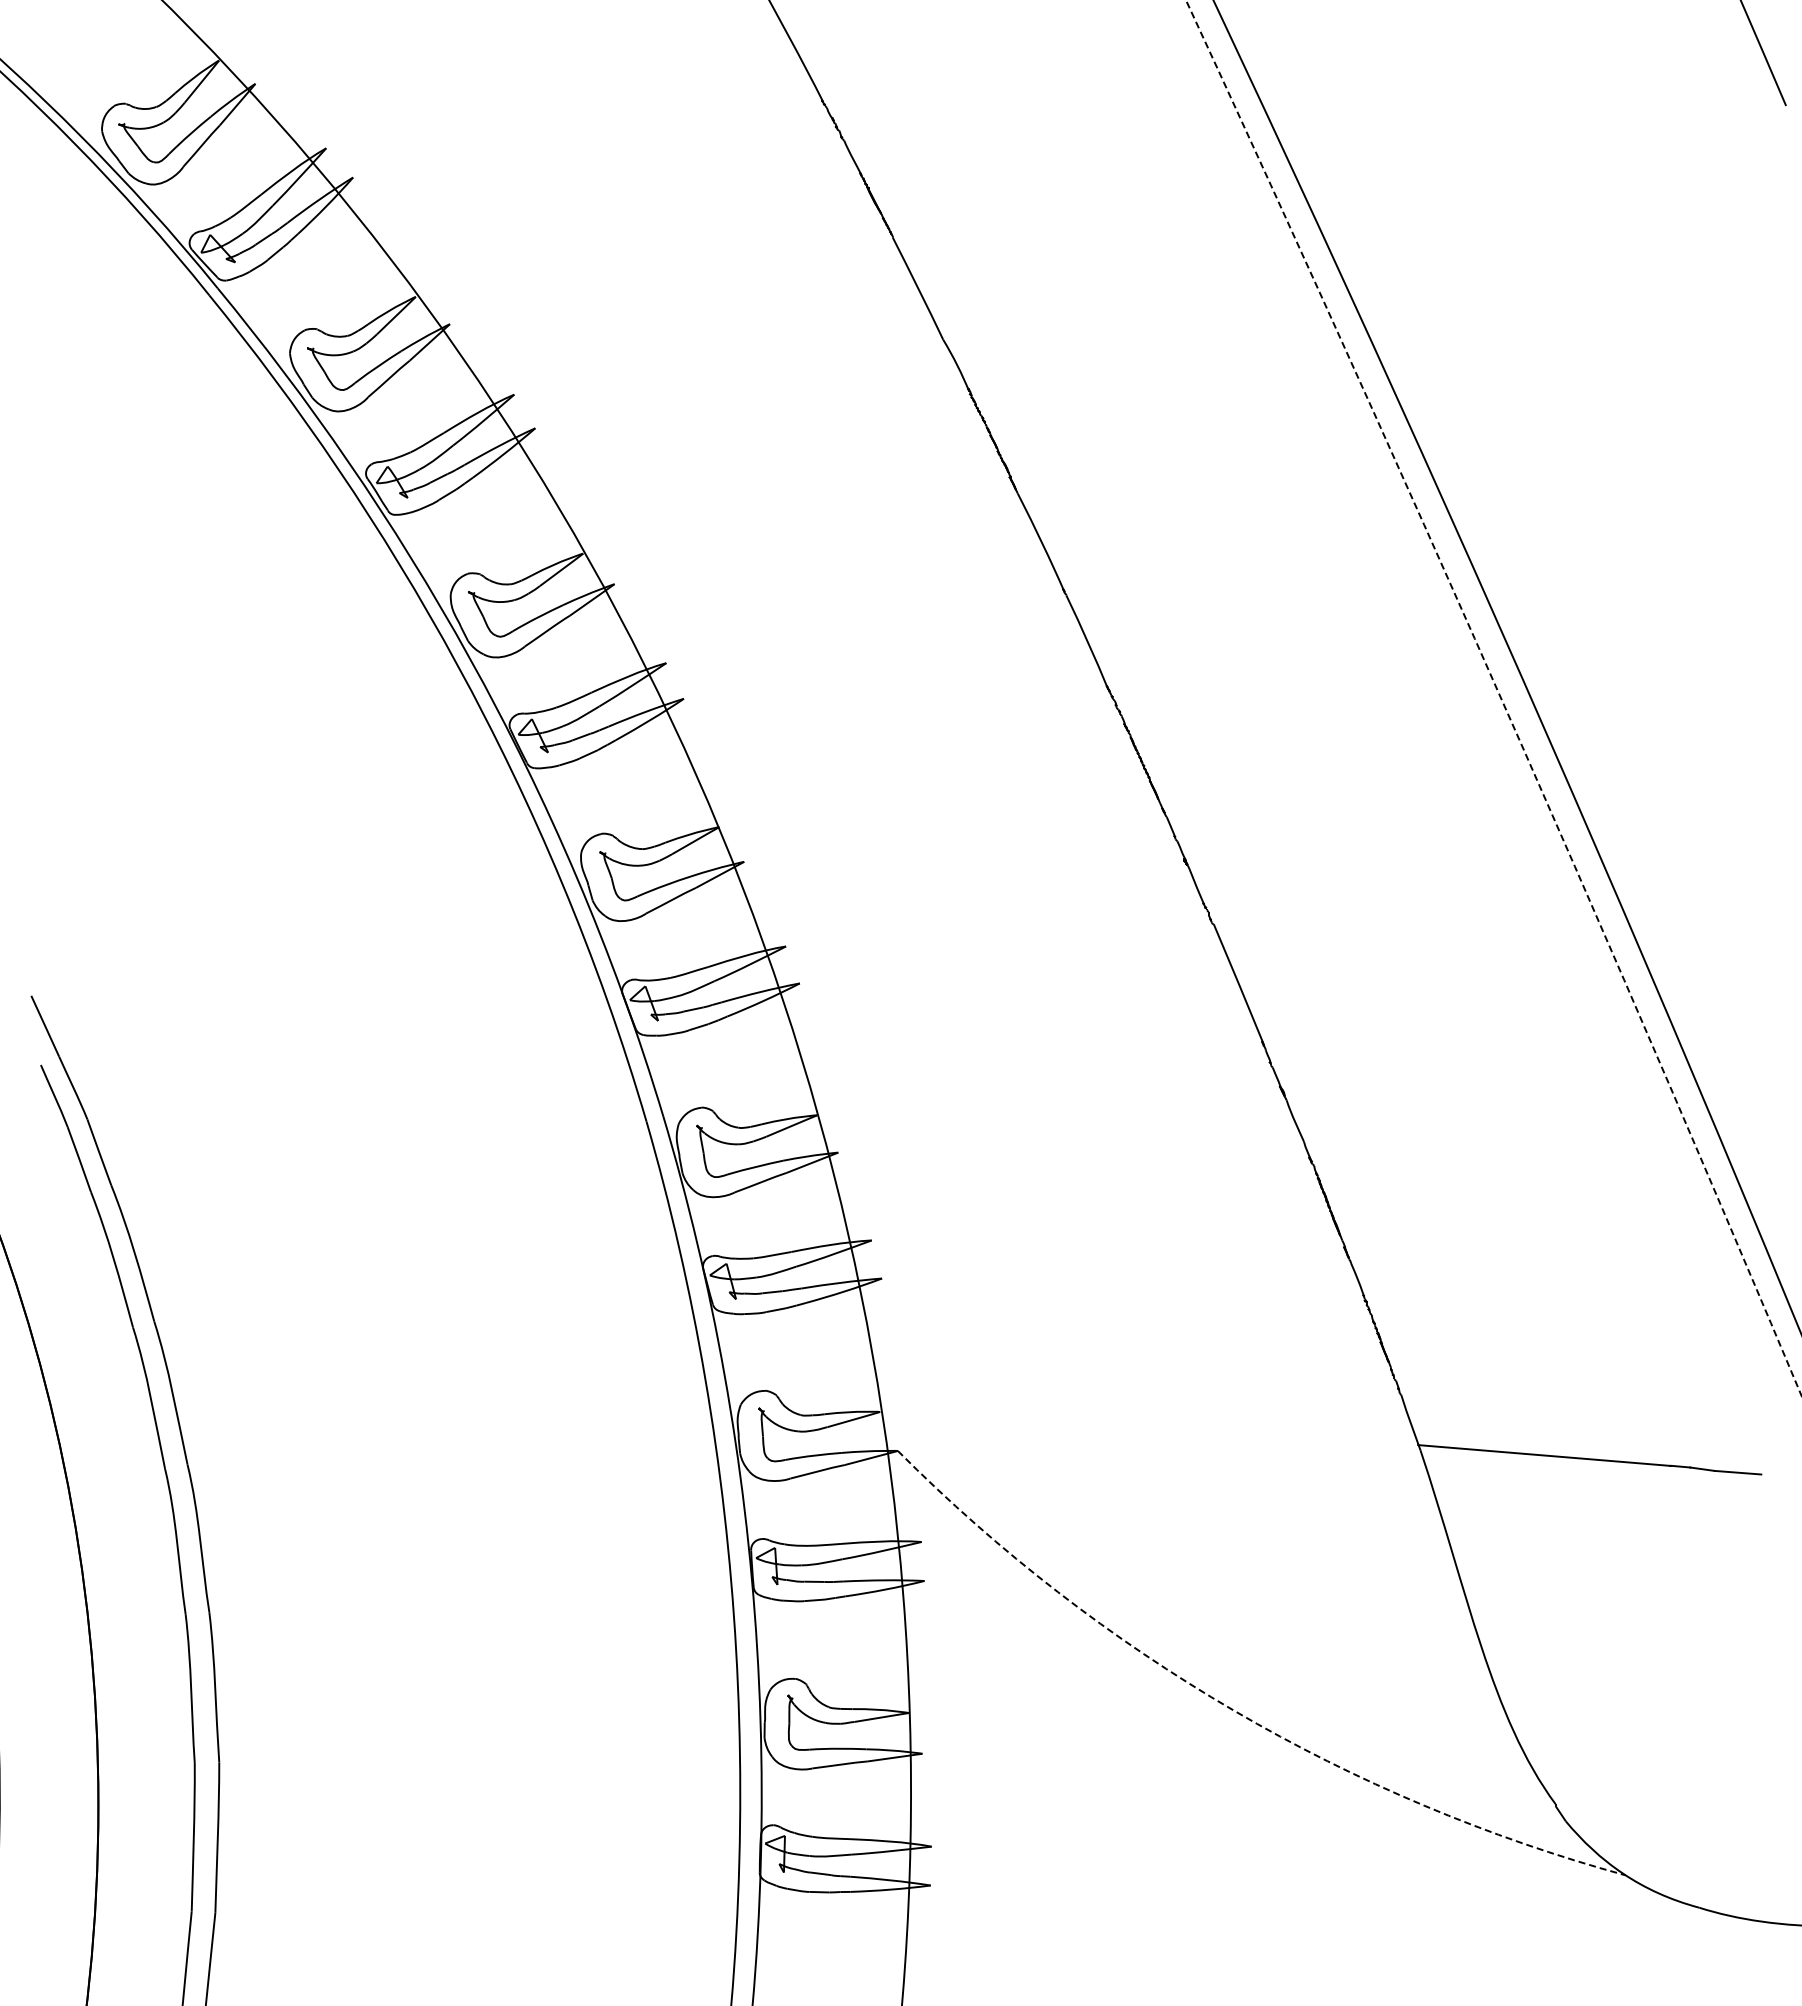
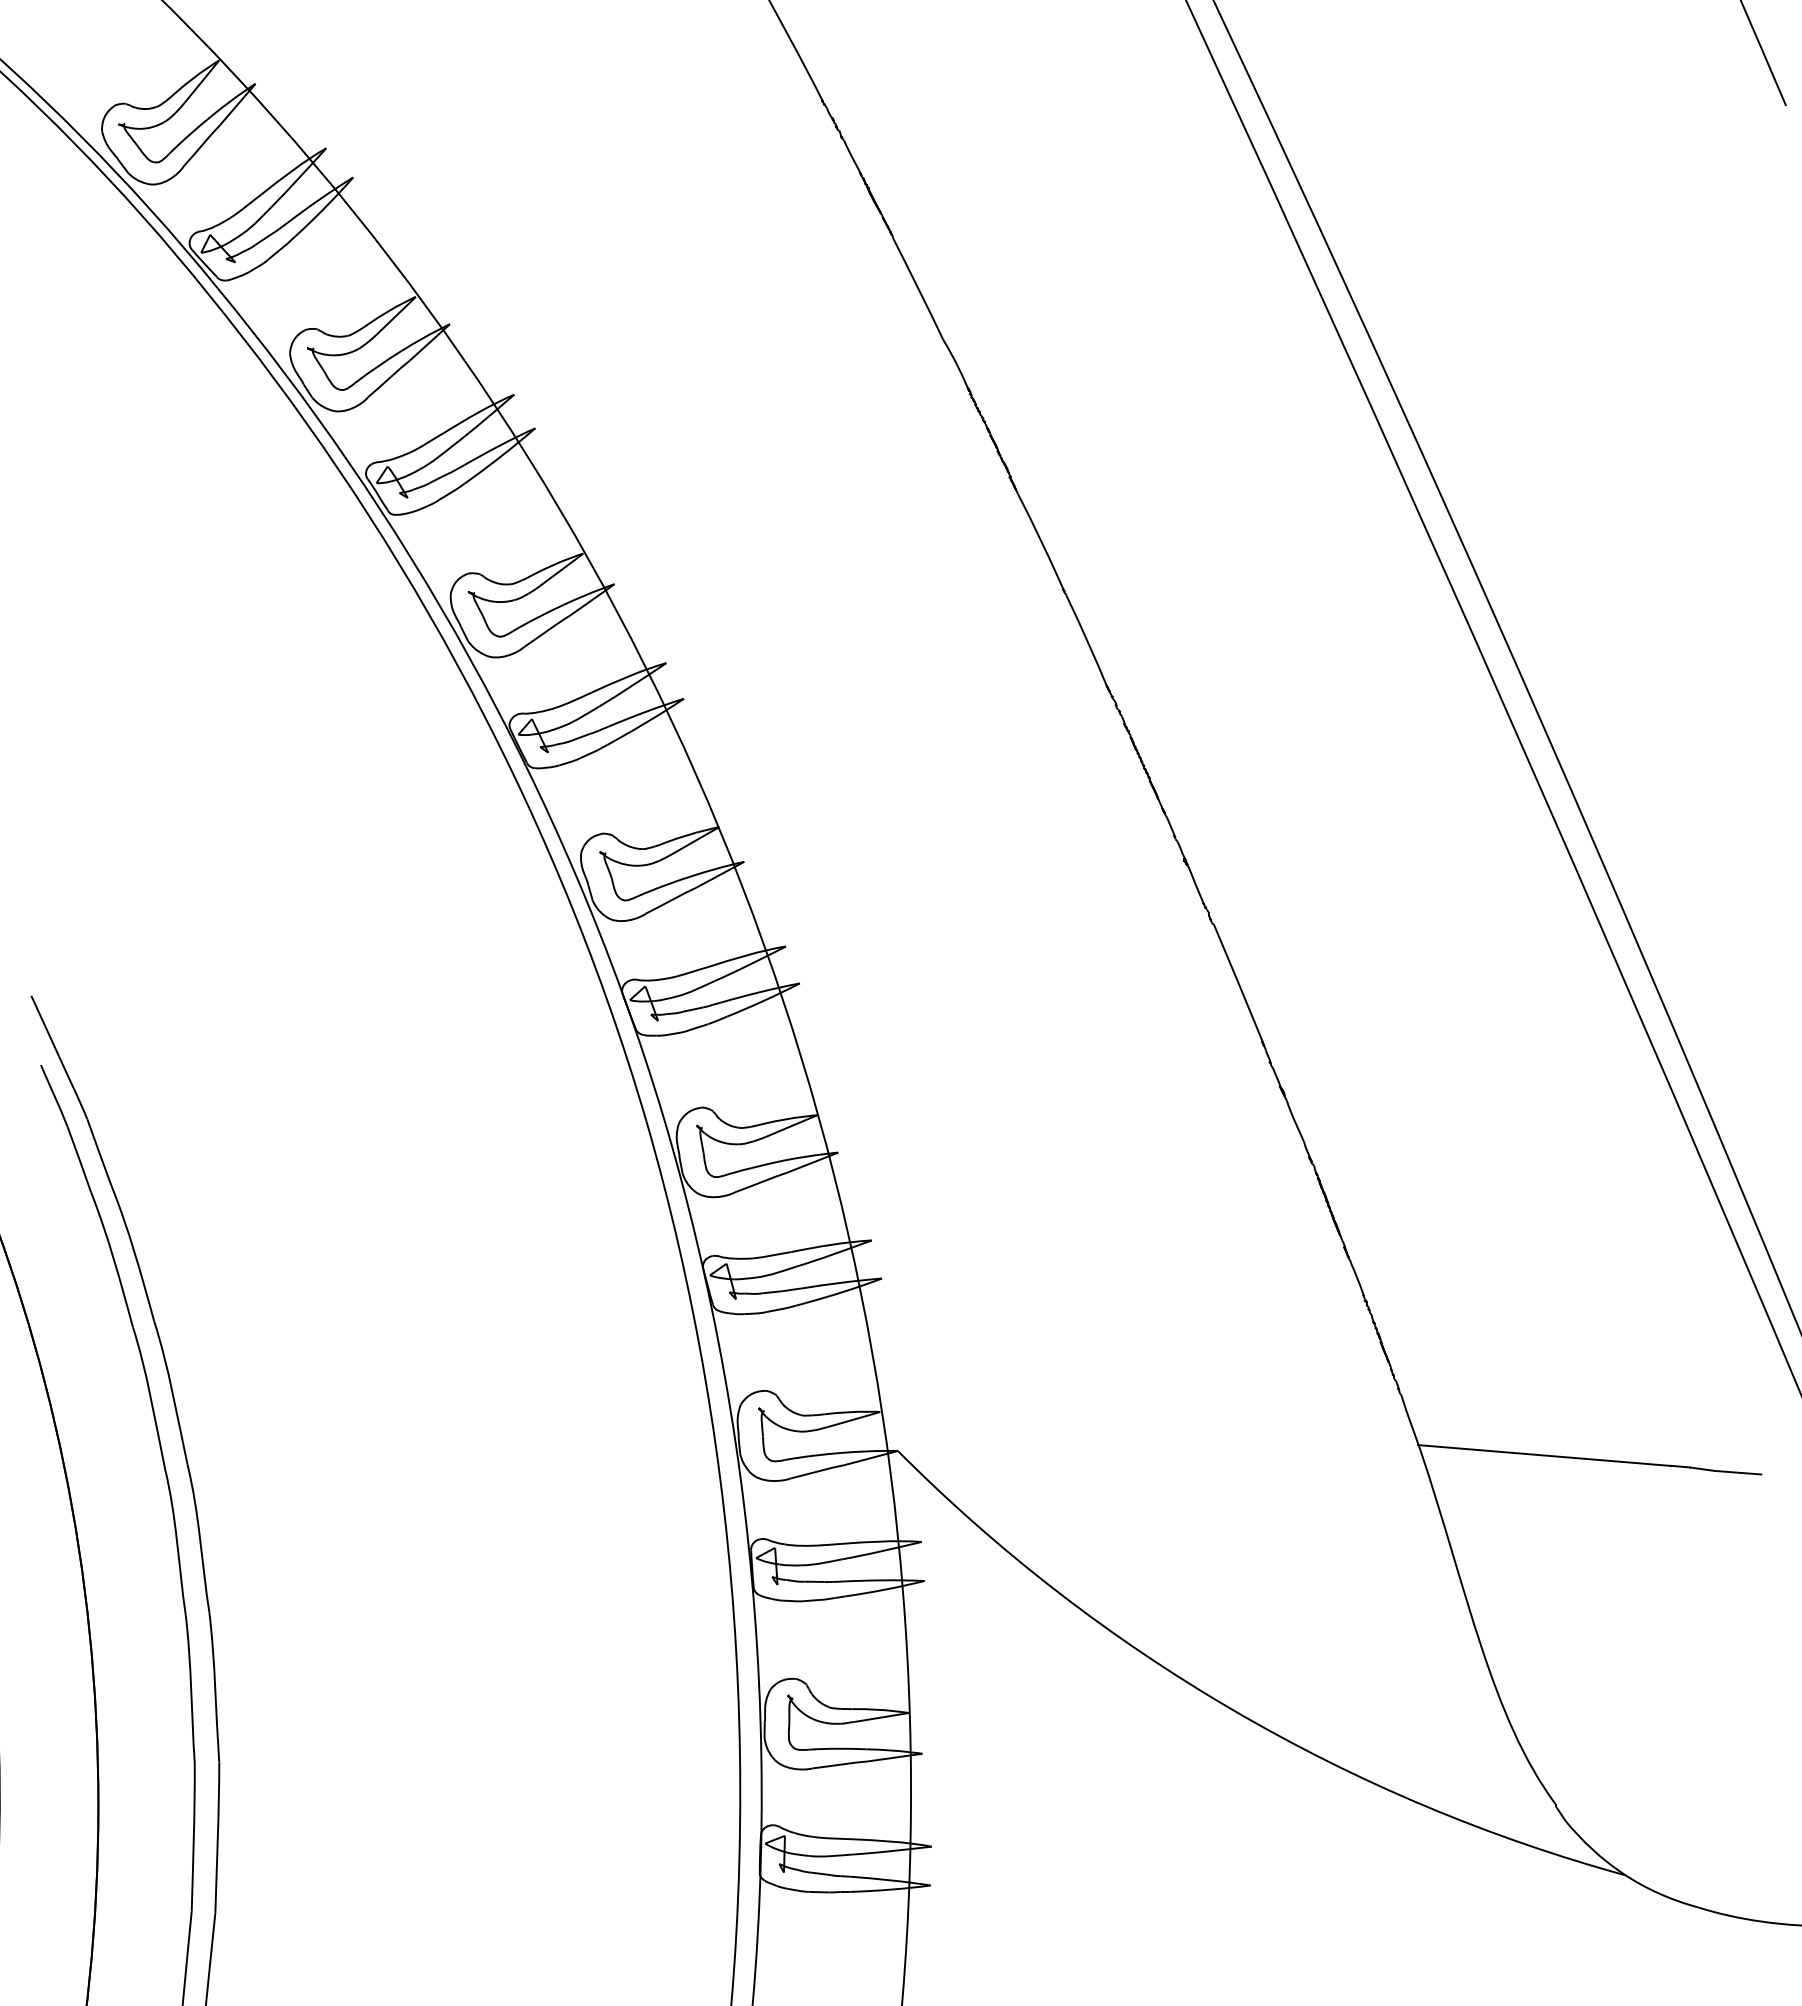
arc at (1499, 695): dashed -> solid
arc at (1234, 1710): dashed -> solid
